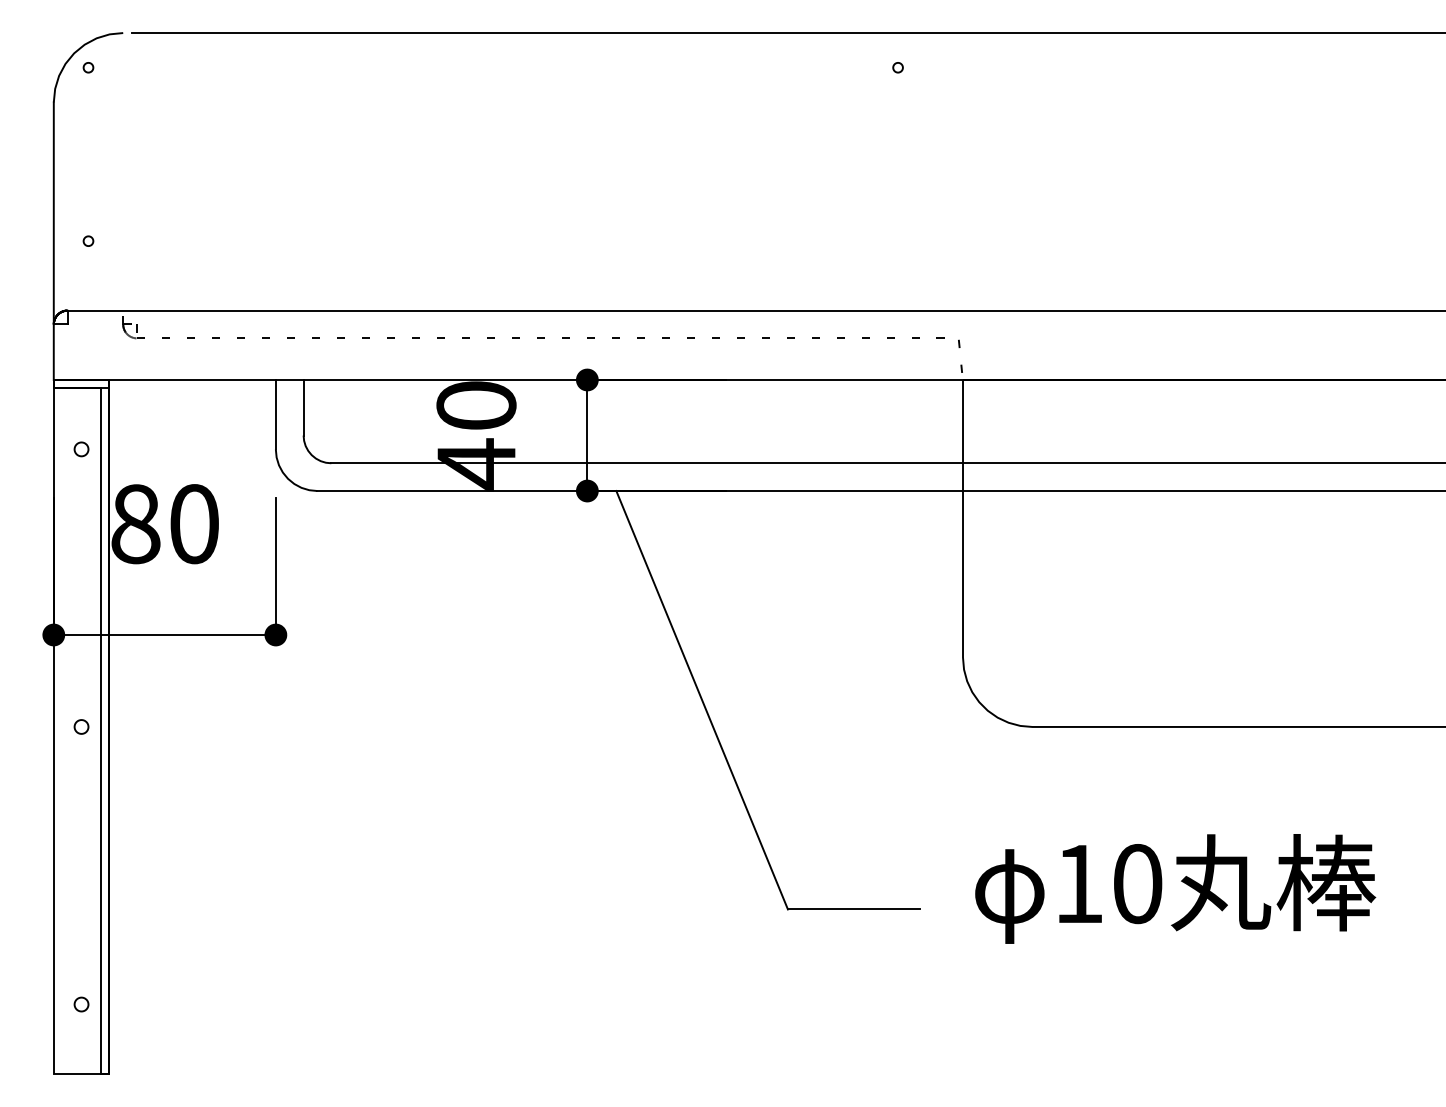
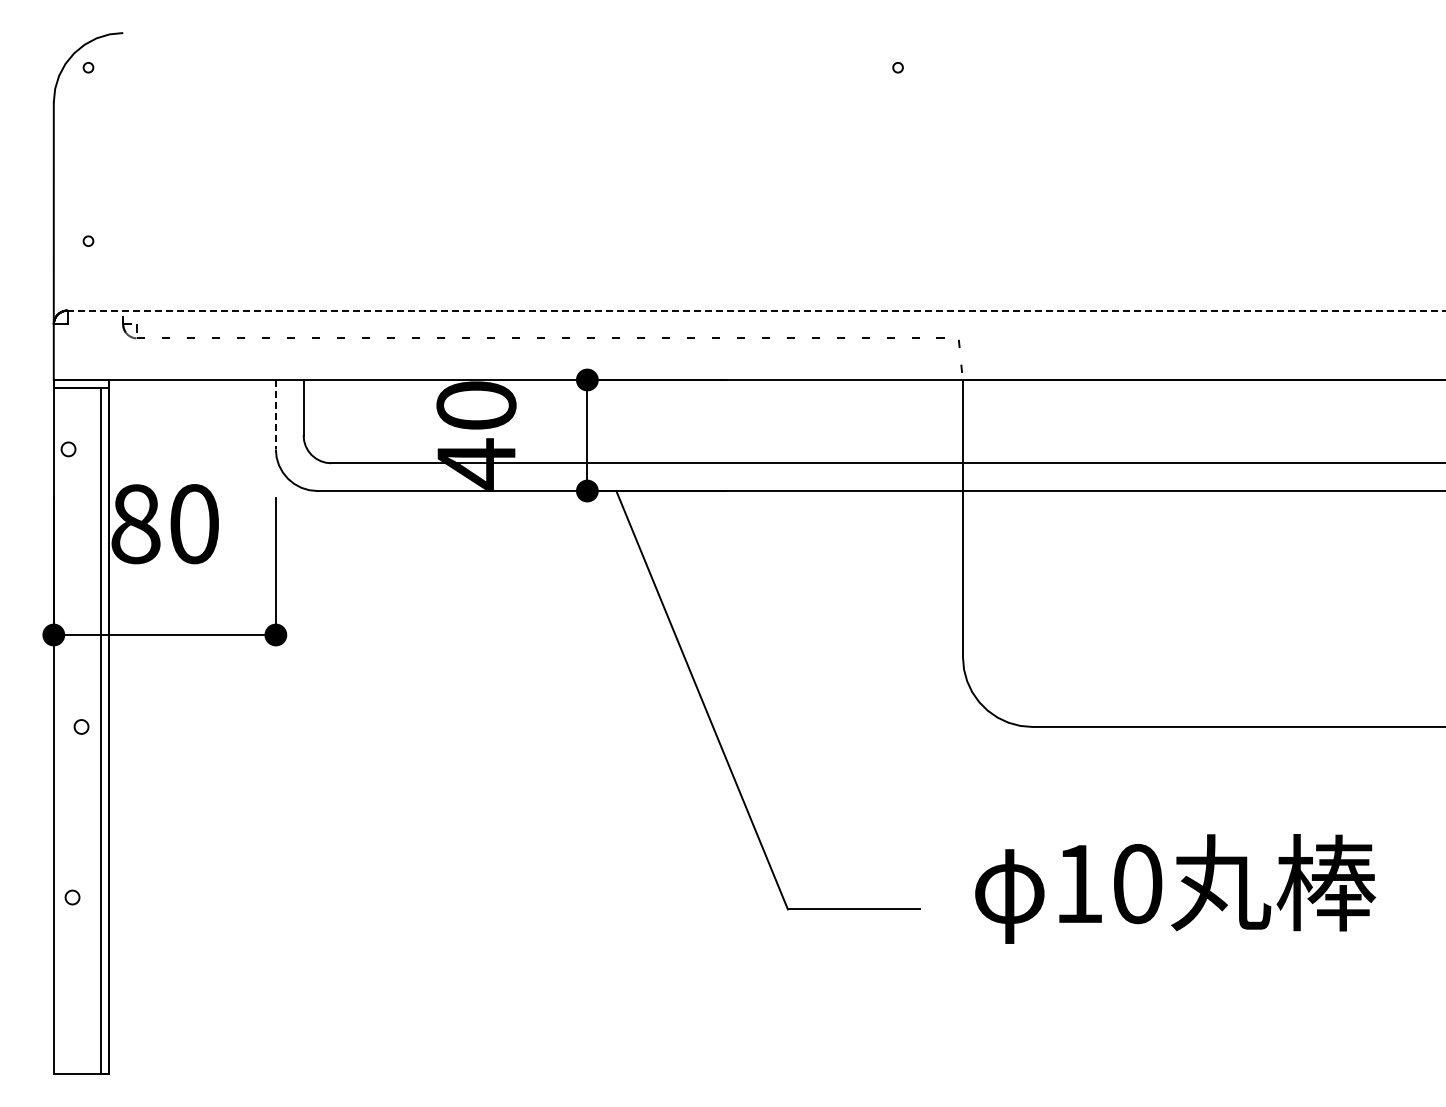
line at (786, 33): present -> none
line at (756, 310): solid -> dashed
line at (275, 414): solid -> dashed
part at (81, 449) position: (81, 449) -> (68, 449)
part at (81, 1004) position: (81, 1004) -> (72, 897)
